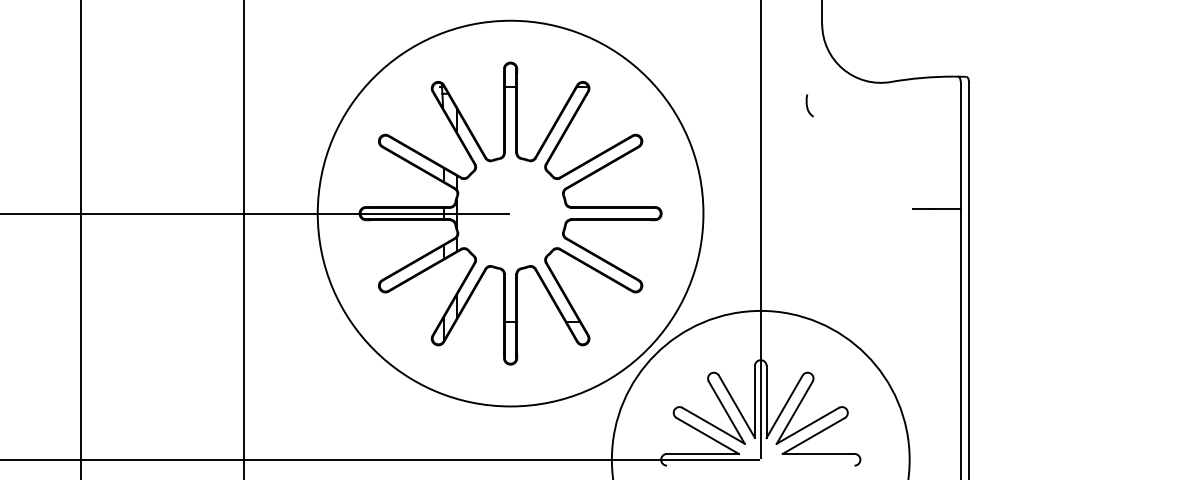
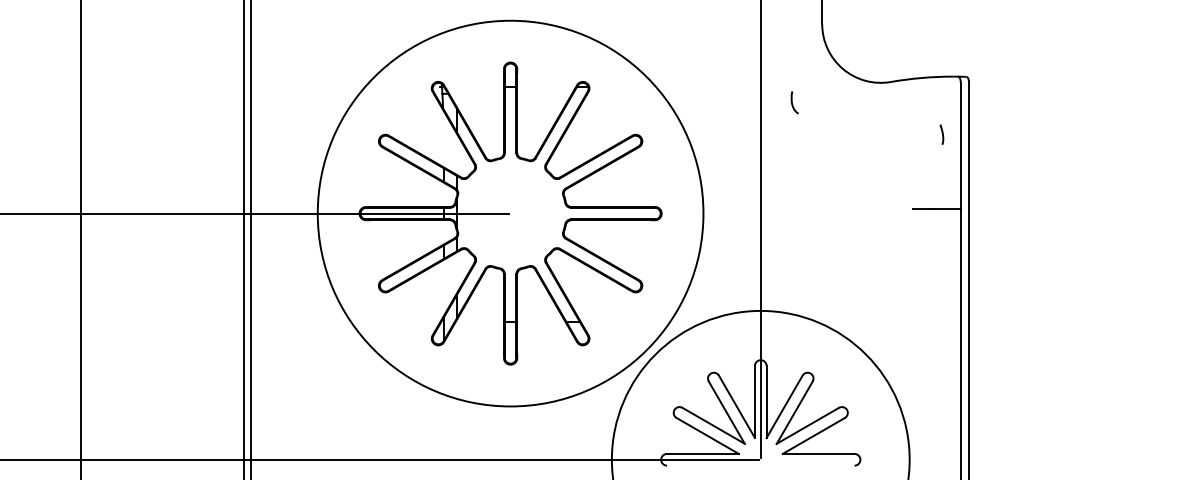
curve at (807, 105) position: (807, 105) -> (792, 102)
curve at (941, 133): none -> present
line at (251, 239): none -> present
